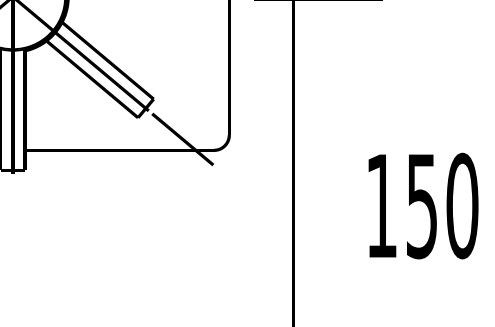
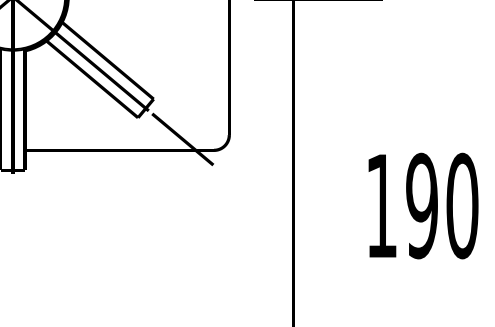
text at (421, 205): 150 -> 190
